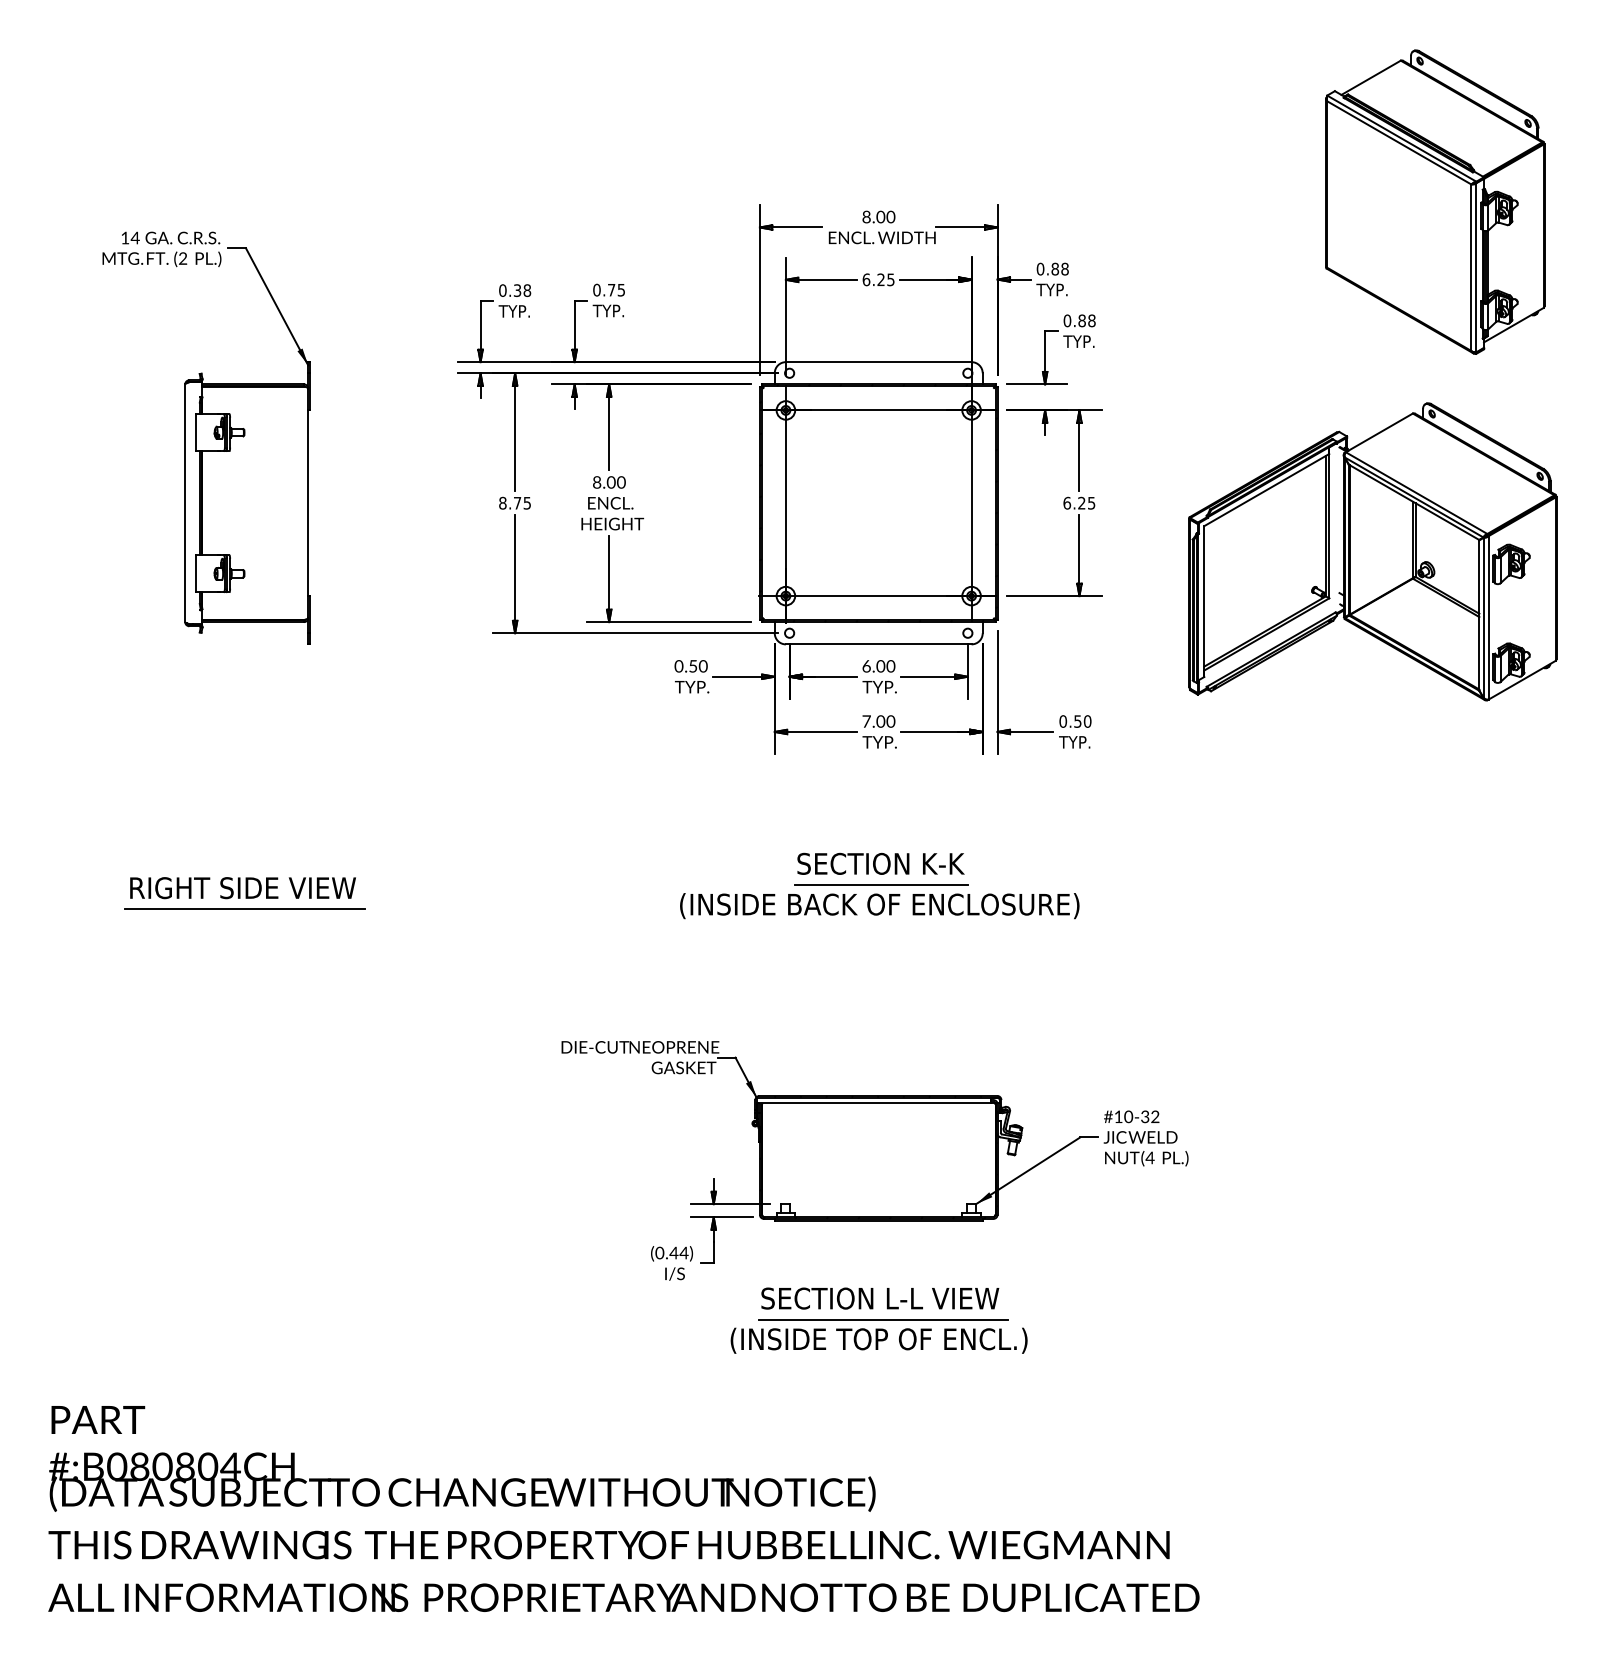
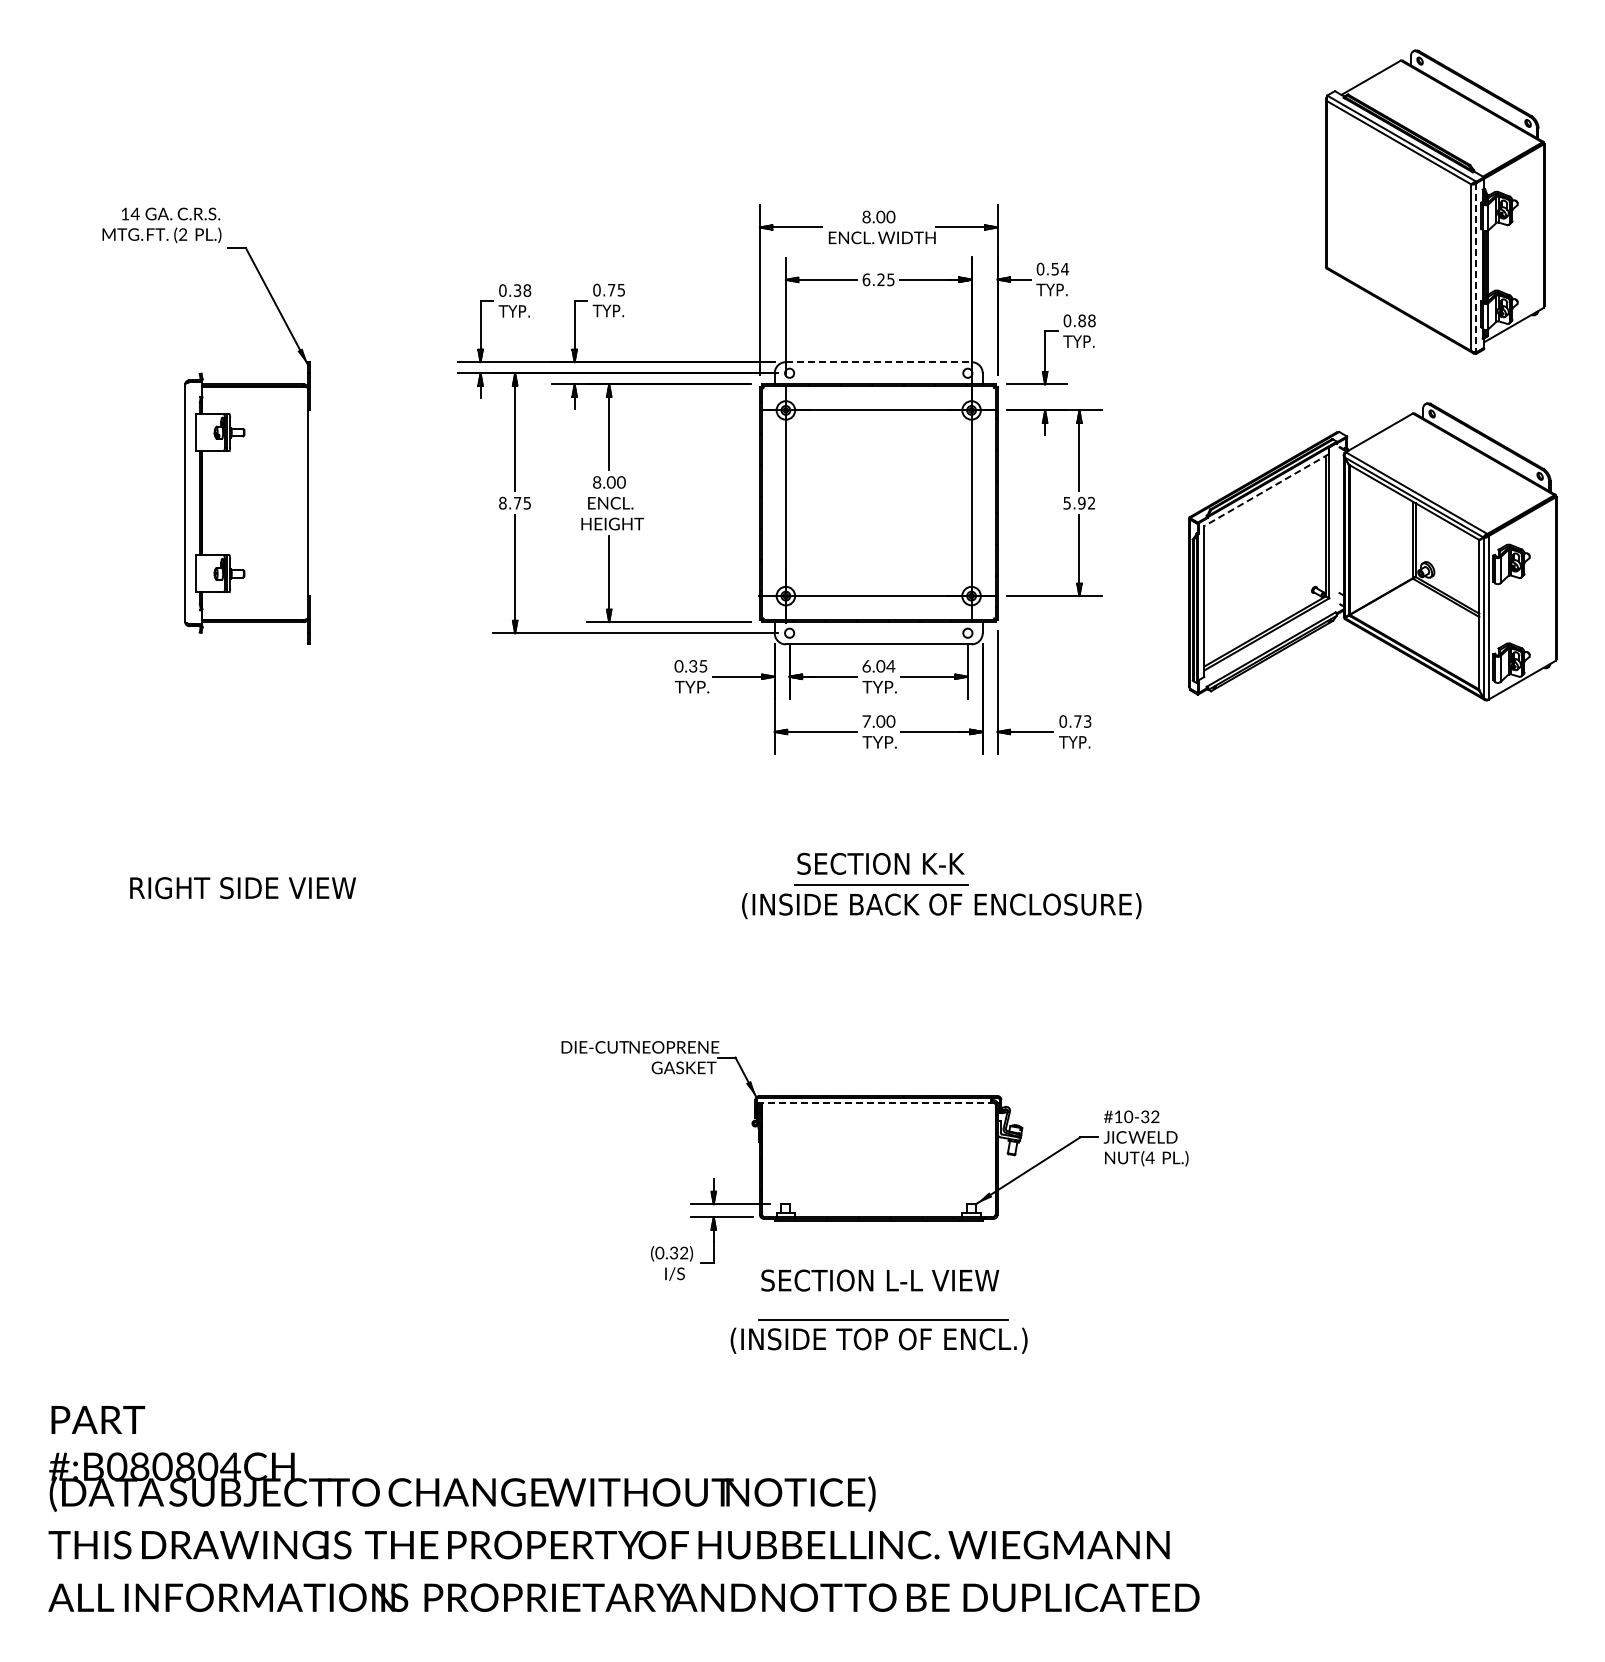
text at (161, 249) position: (161, 249) -> (161, 225)
line at (1476, 267): solid -> dashed
text at (1060, 268): 0.88 -> 0.54
line at (878, 362): solid -> dashed
line at (1266, 490): solid -> dashed
text at (1079, 502): 6.25 -> 5.92
text at (698, 666): 0.50 -> 0.35
text at (890, 666): 6.00 -> 6.04
text at (1082, 721): 0.50 -> 0.73
text at (879, 906) position: (879, 906) -> (941, 906)
line at (245, 909): present -> none
line at (873, 1103): solid -> dashed
text at (678, 1252): (0.44) -> (0.32)
text at (880, 1298) position: (880, 1298) -> (880, 1280)
